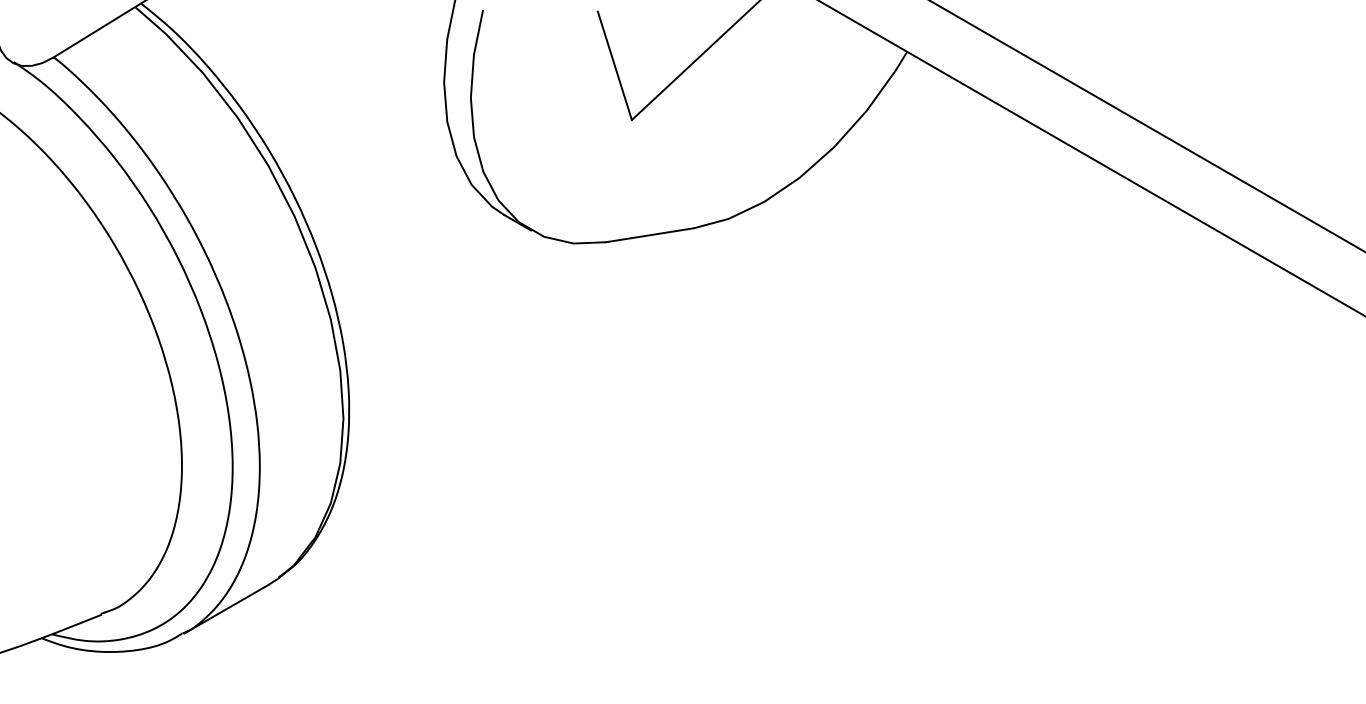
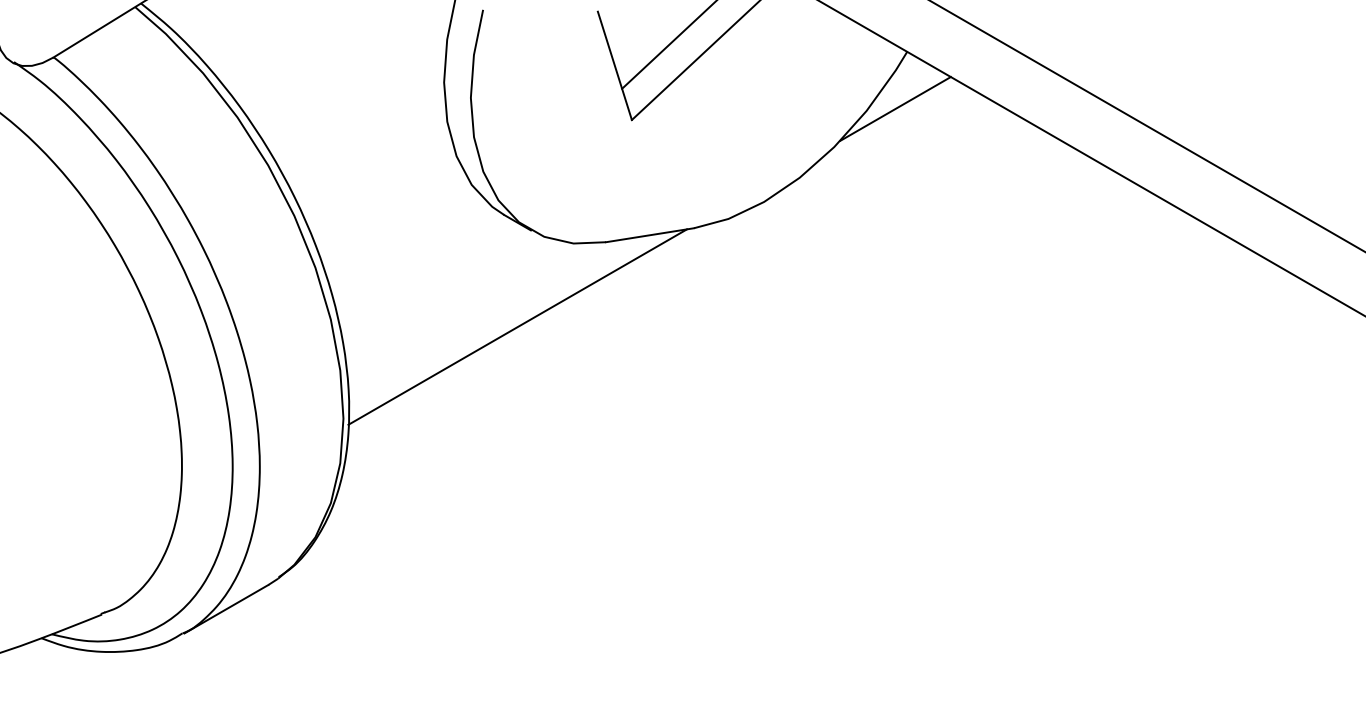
line at (668, 45): none -> present
line at (895, 108): none -> present
line at (517, 326): none -> present
